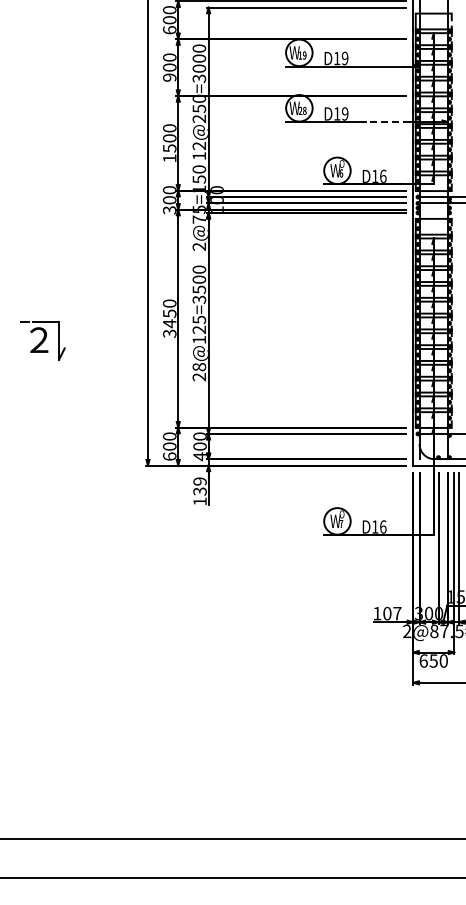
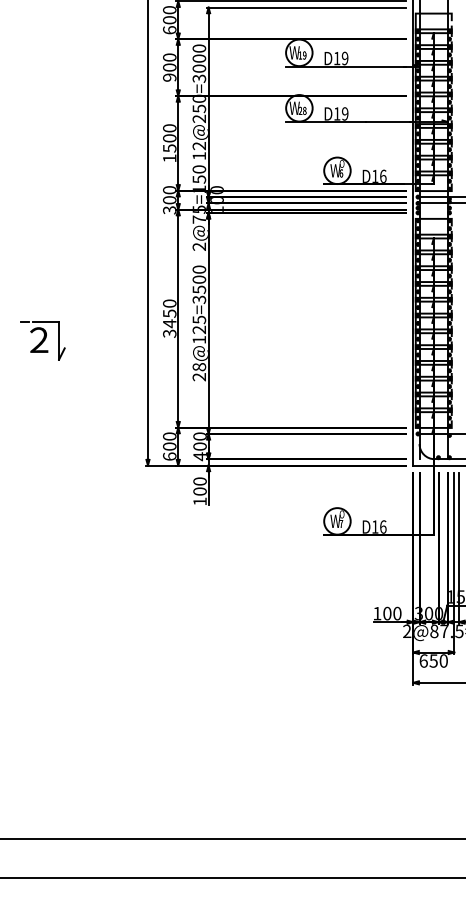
line at (388, 121): dashed -> solid
text at (199, 486): 139 -> 100
text at (397, 613): 107 -> 100
